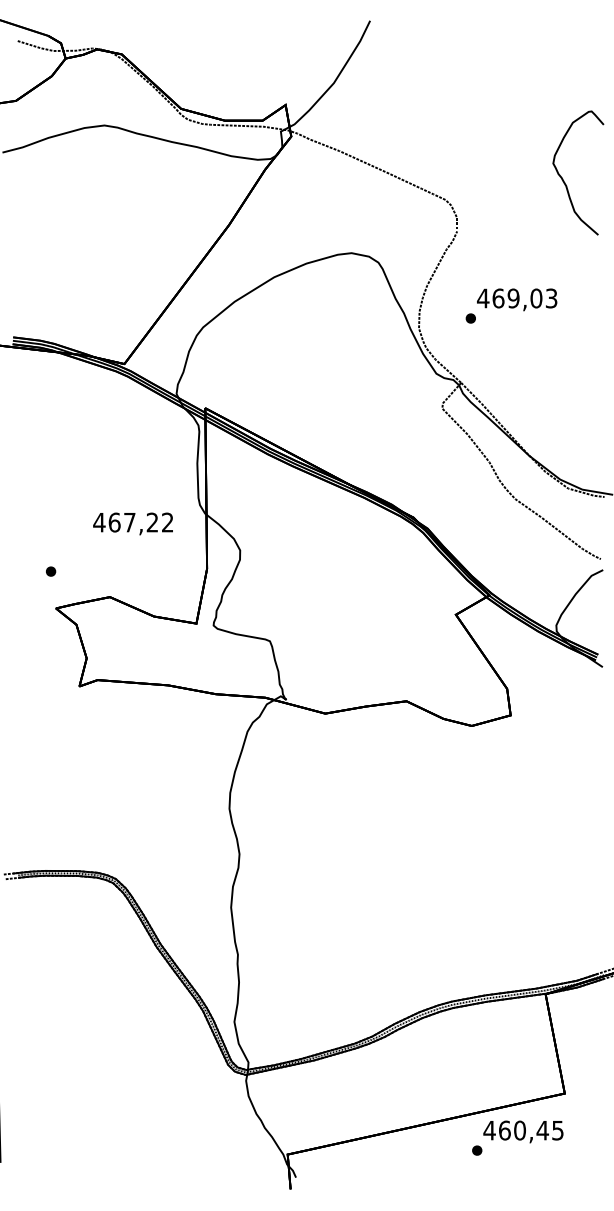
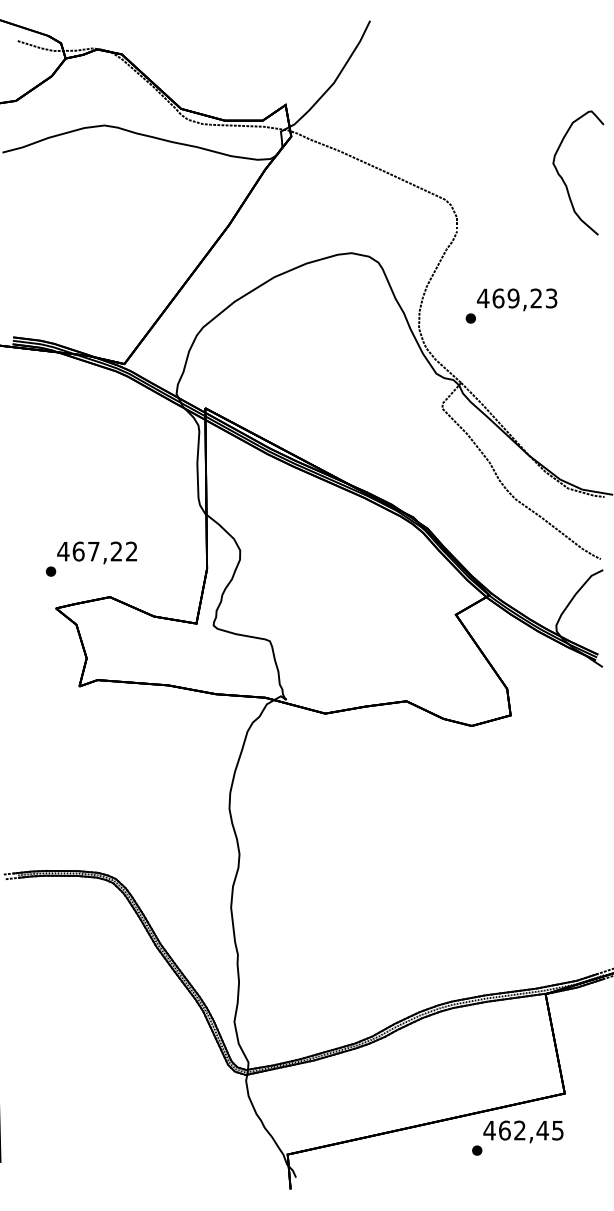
text at (536, 298): 469,03 -> 469,23
text at (132, 523) position: (132, 523) -> (96, 552)
text at (519, 1130): 460,45 -> 462,45
